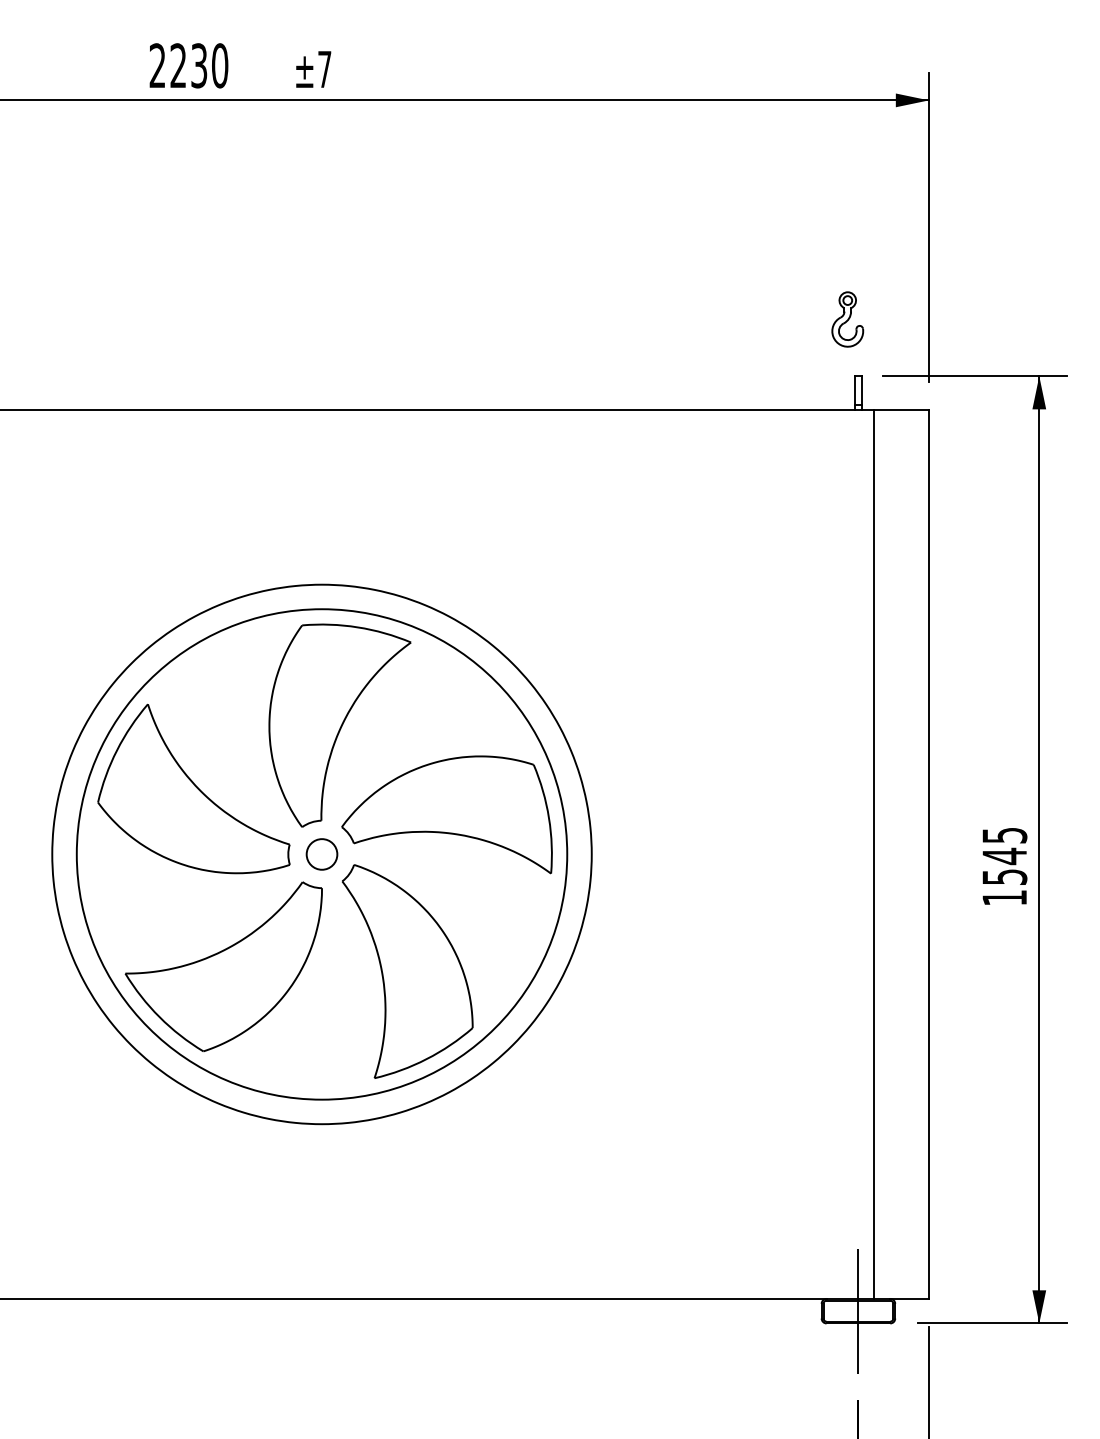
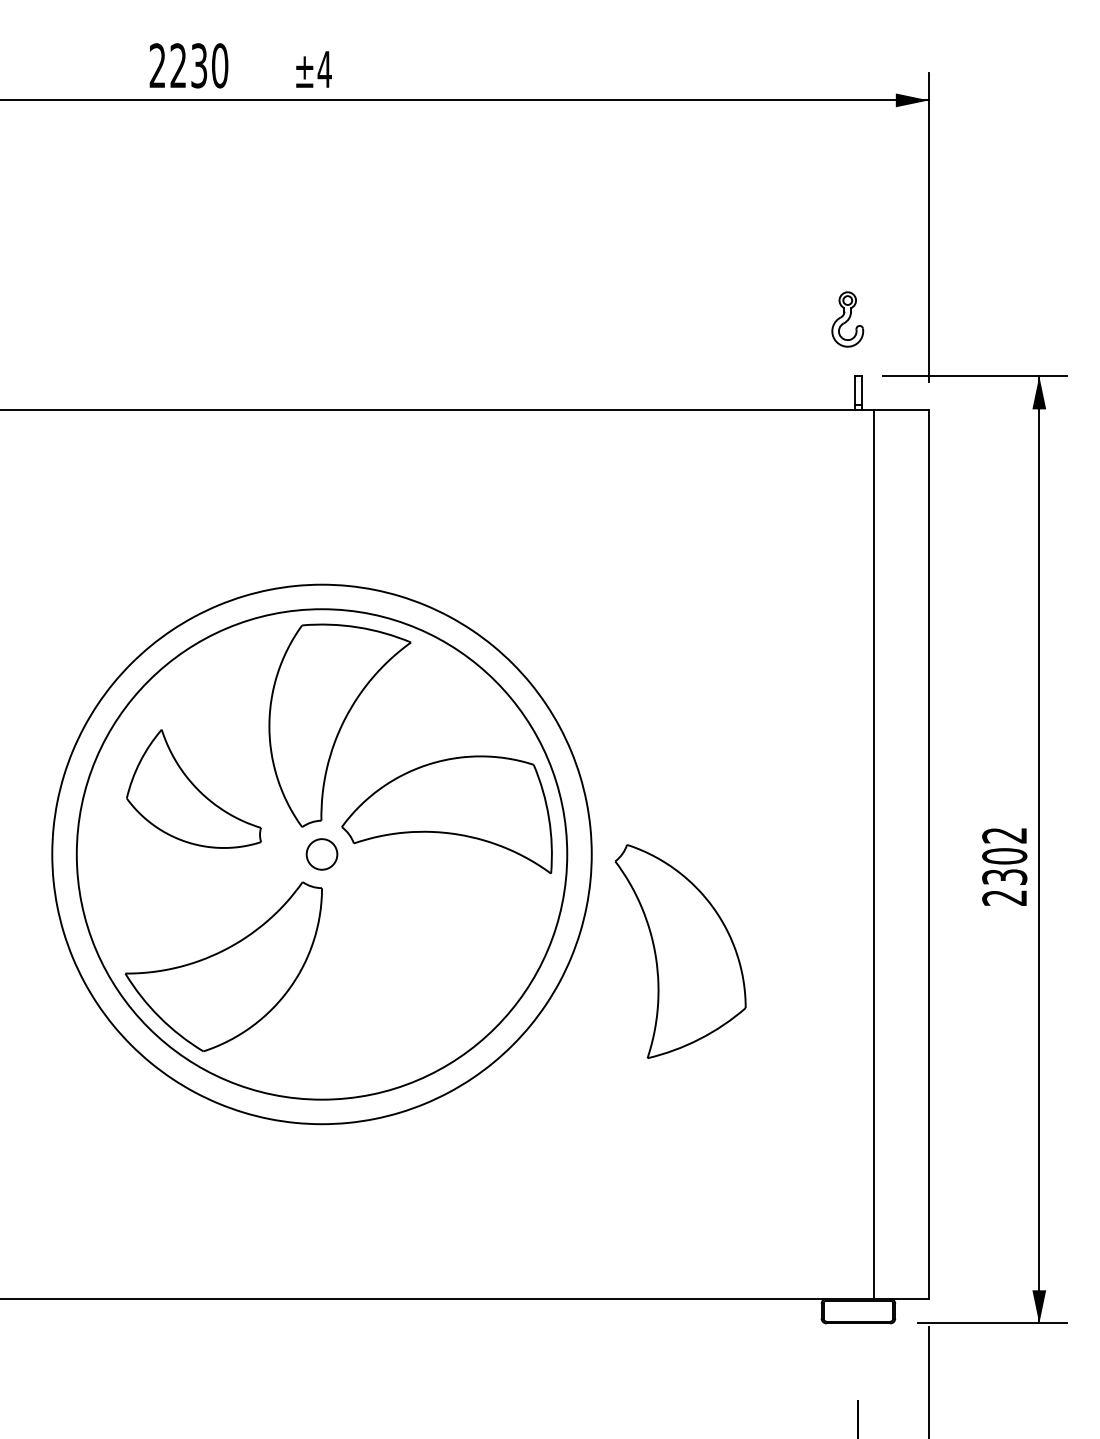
text at (324, 69): ±7 -> ±4
part at (193, 788) size: 194x172 px -> 136x120 px
text at (1004, 866): 1545 -> 2302
part at (407, 971) position: (407, 971) -> (680, 951)
line at (858, 1310): present -> none
